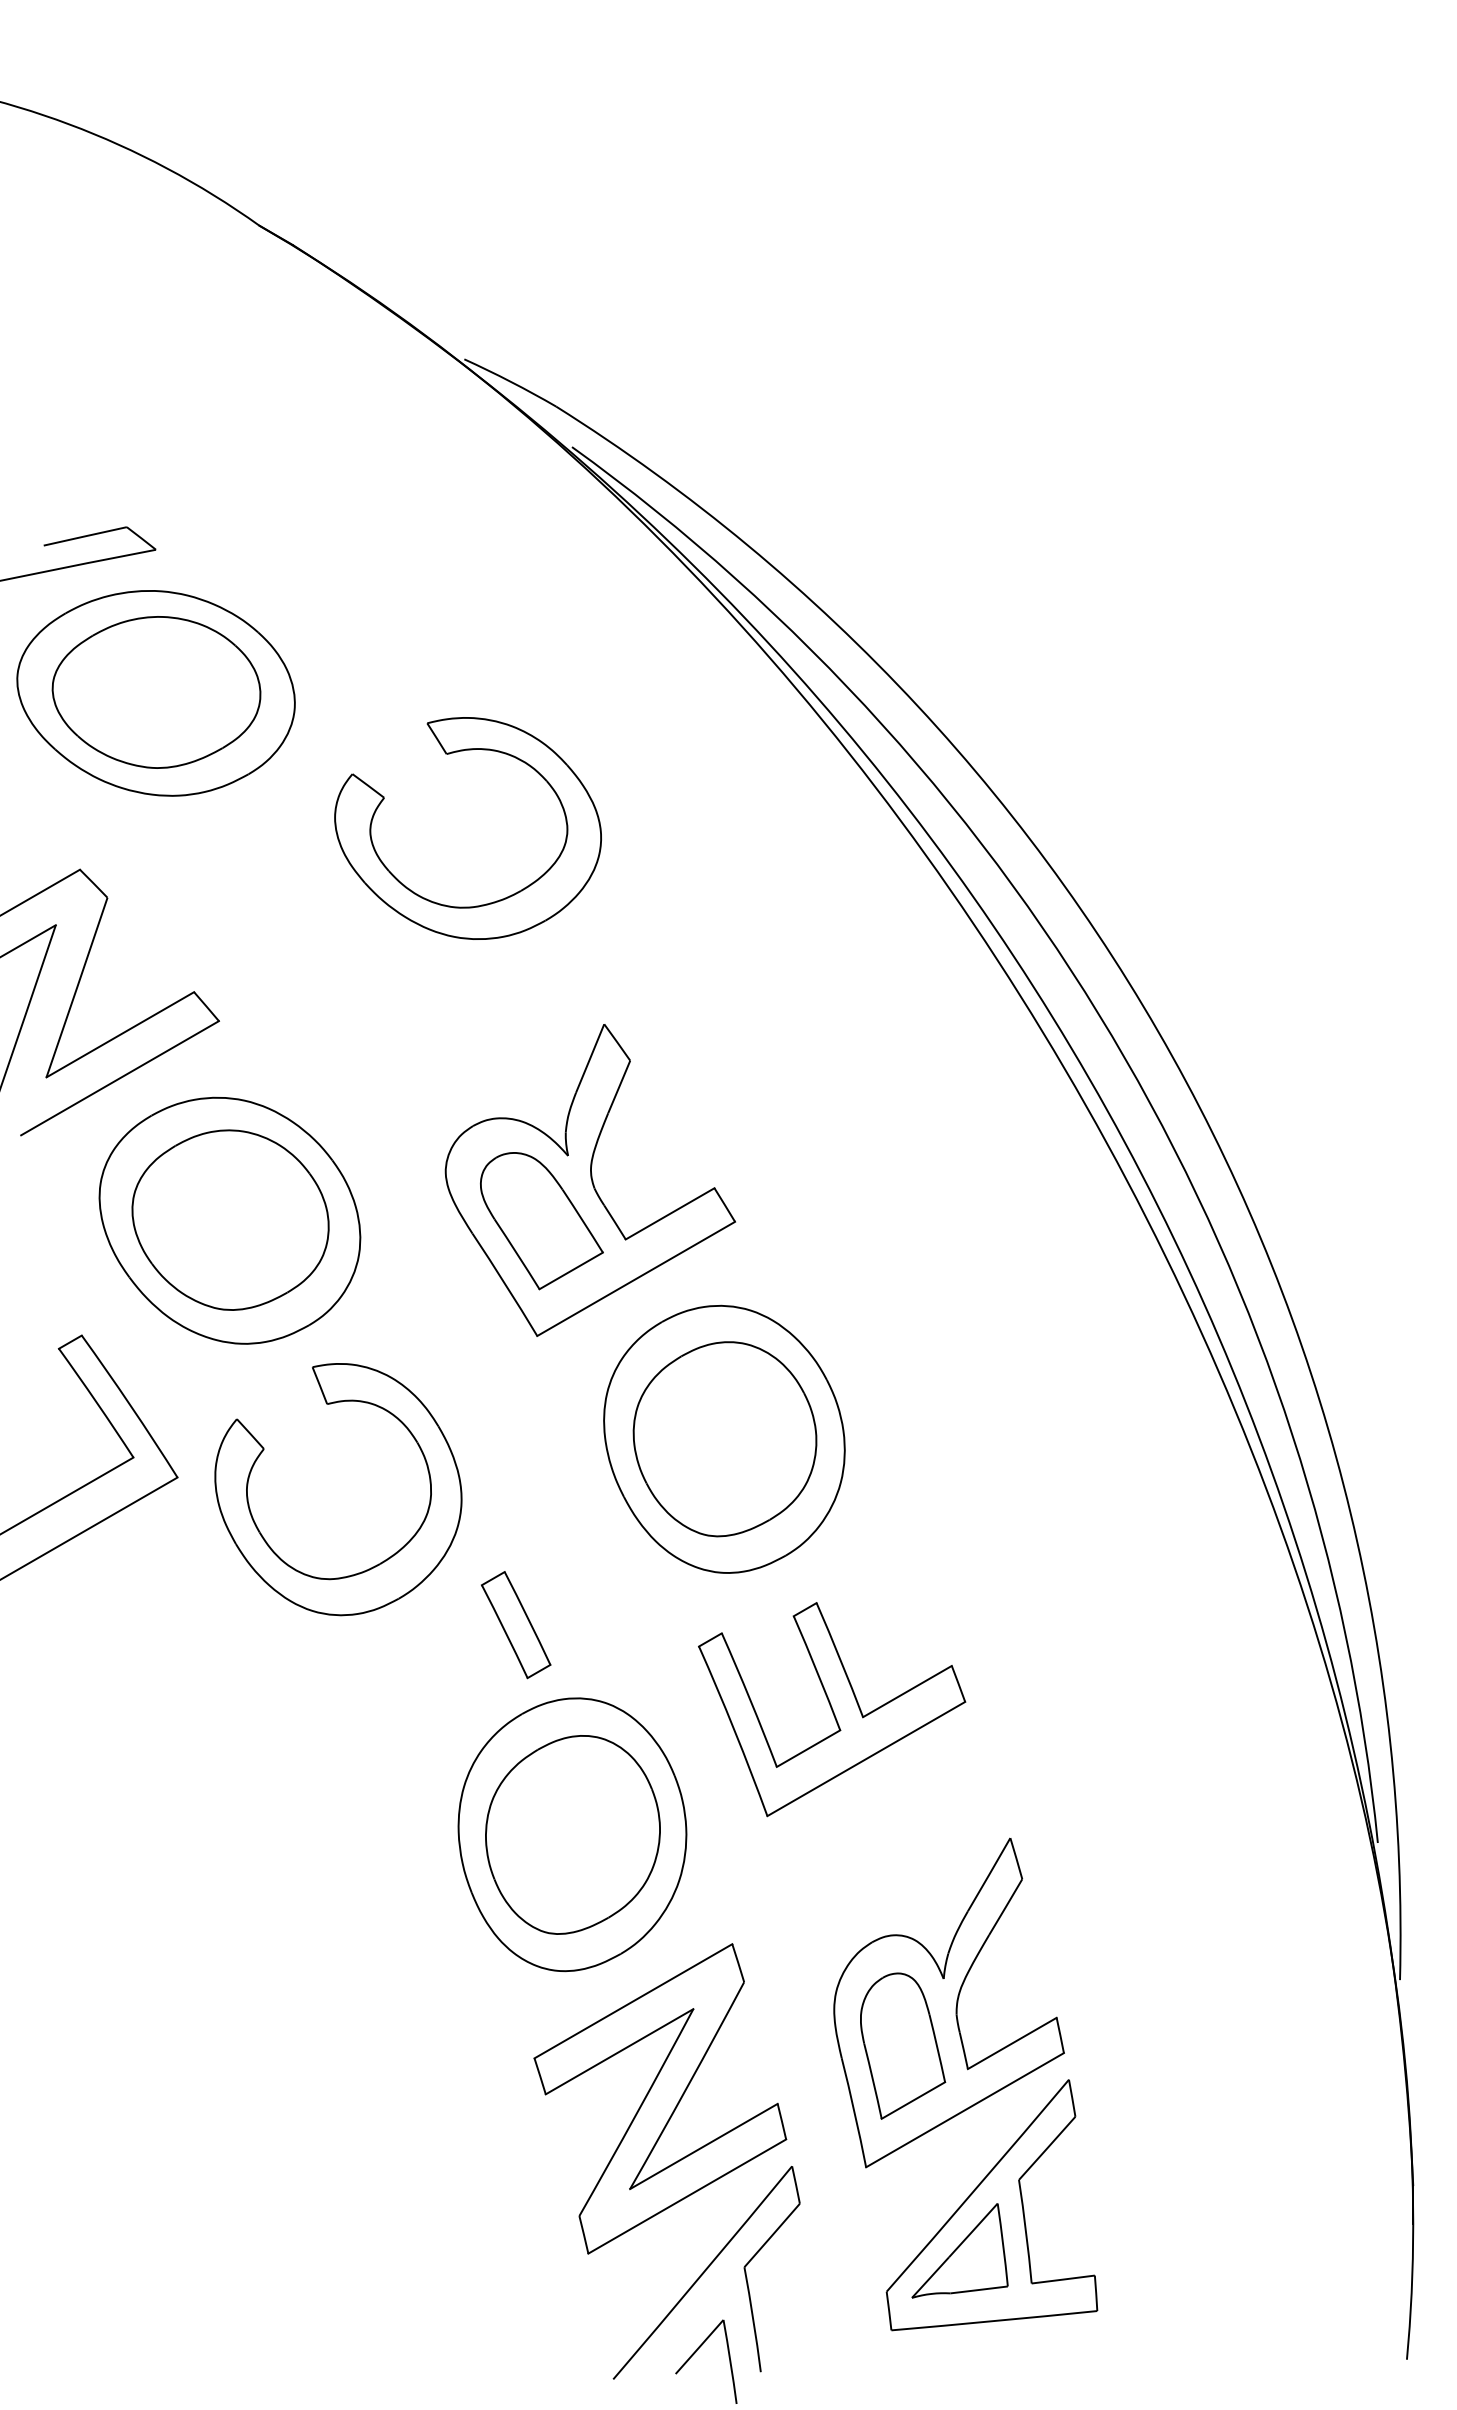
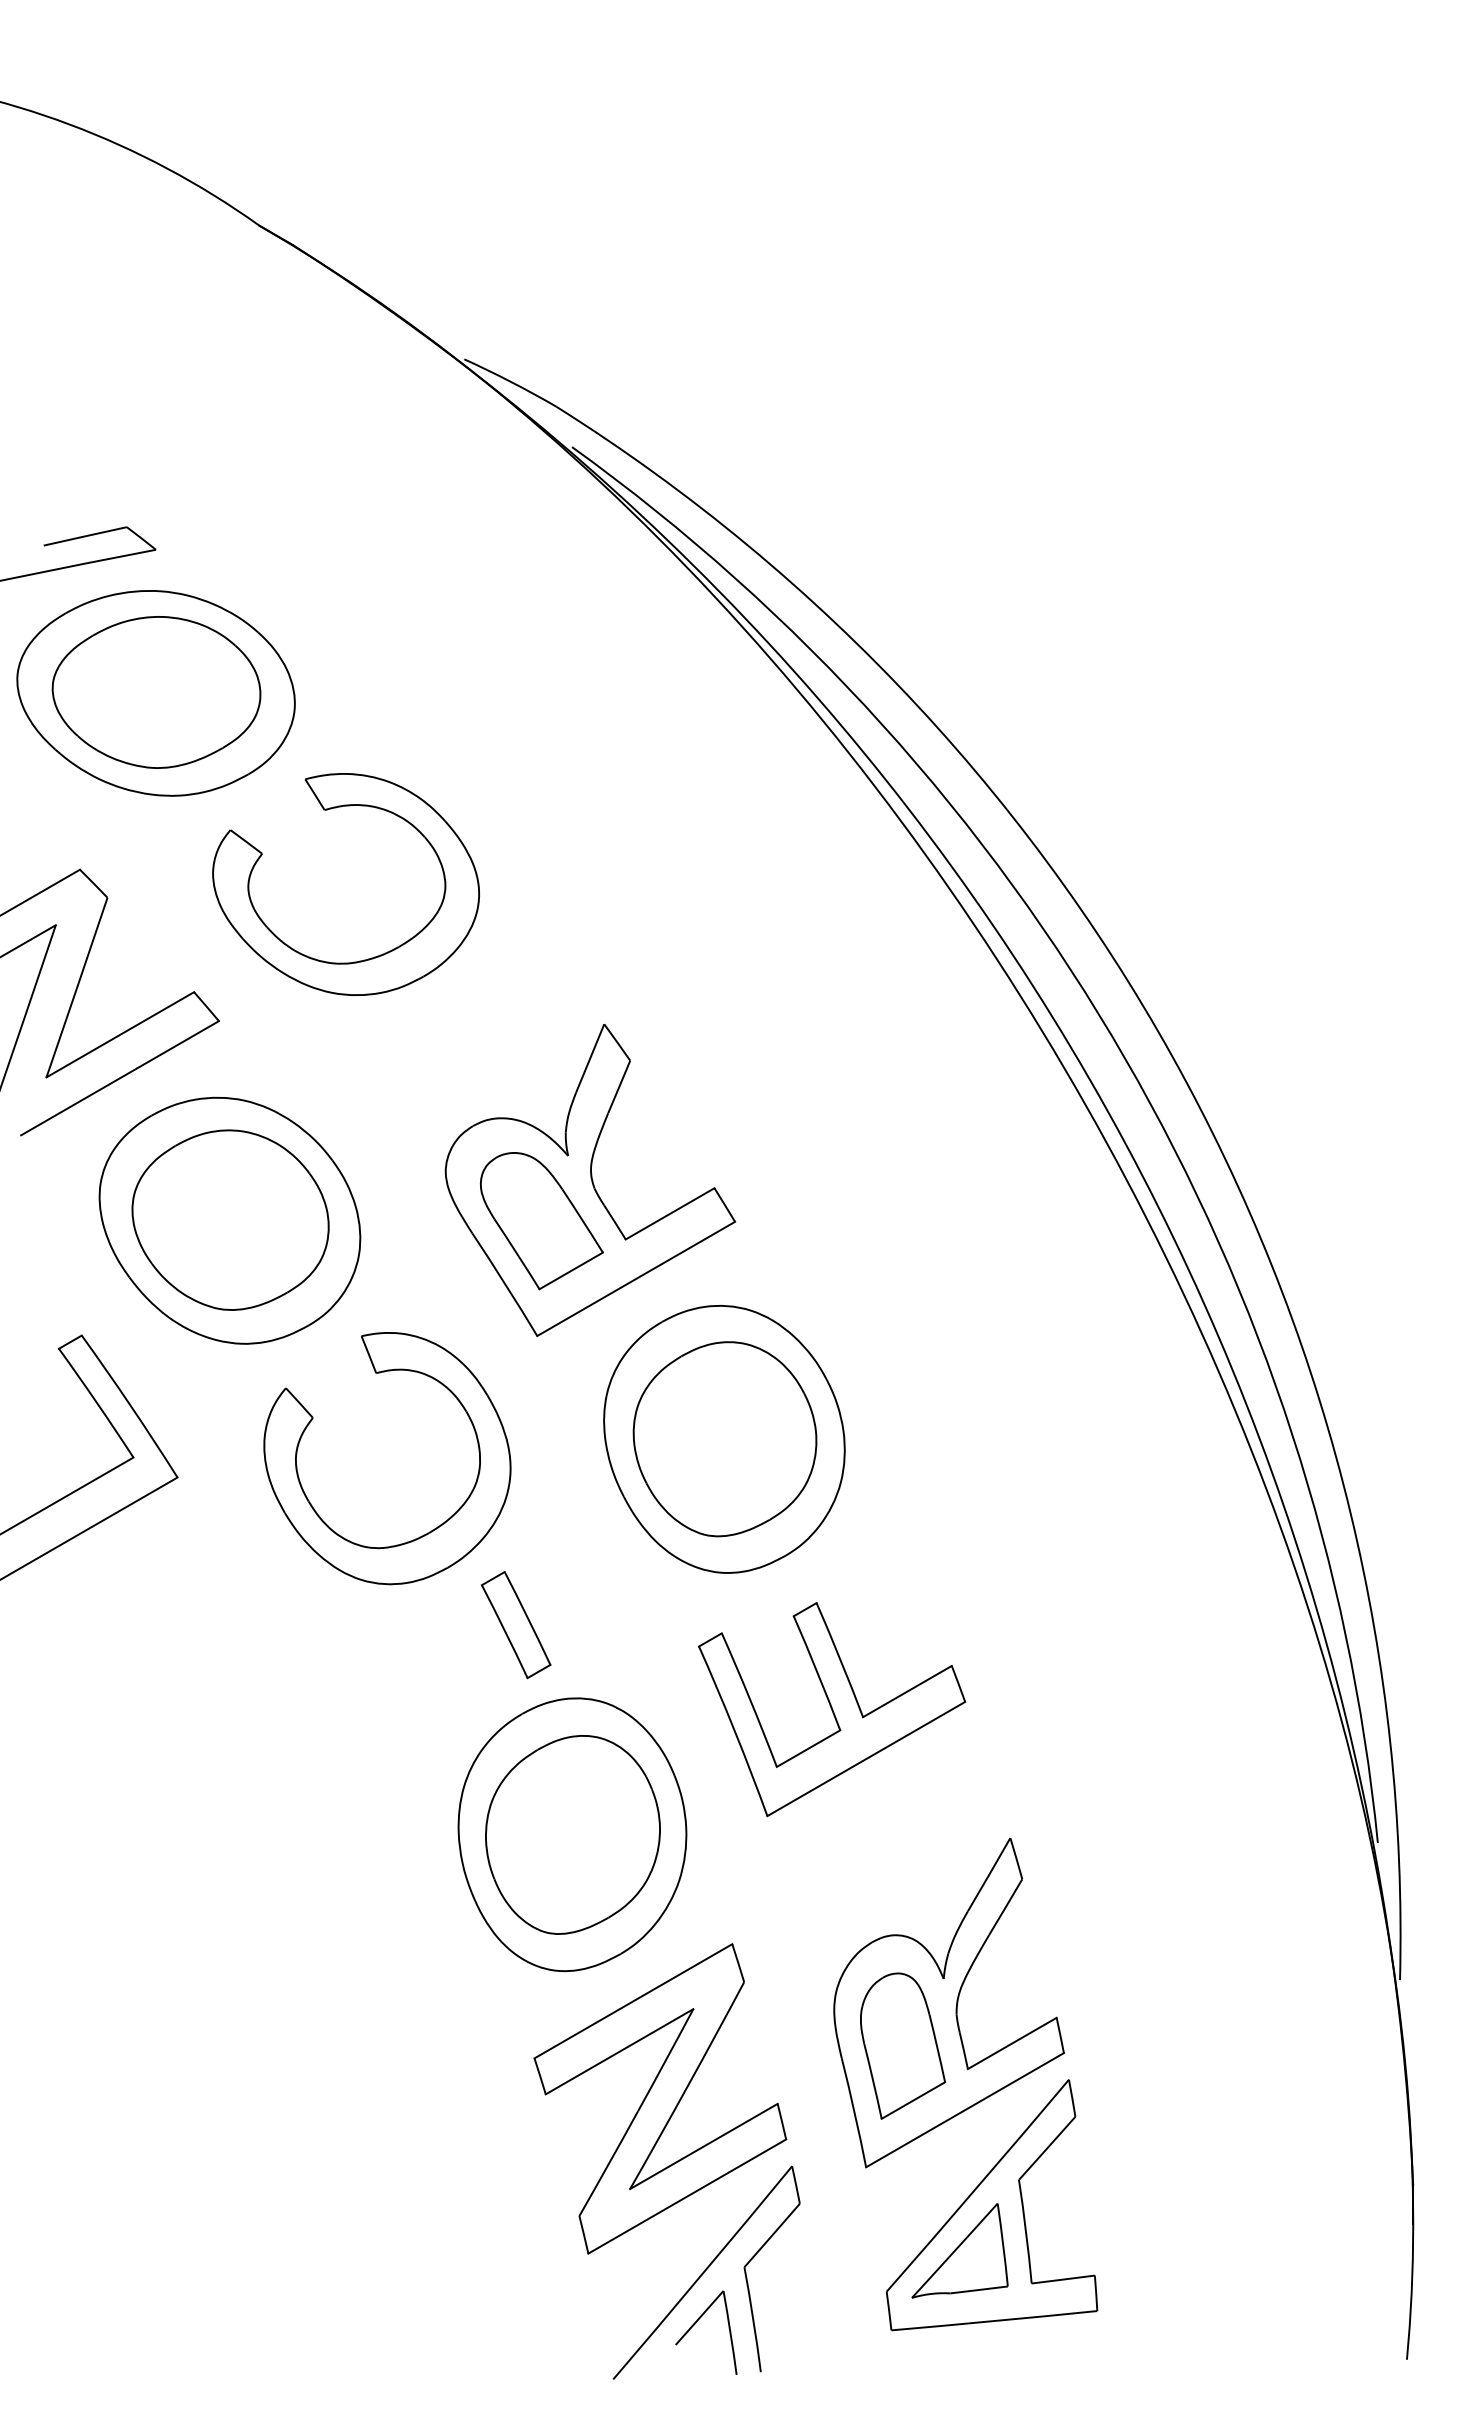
part at (449, 754) position: (449, 754) -> (327, 810)
part at (383, 1560) position: (383, 1560) -> (432, 1529)
part at (696, 2352) position: (696, 2352) -> (696, 2323)
